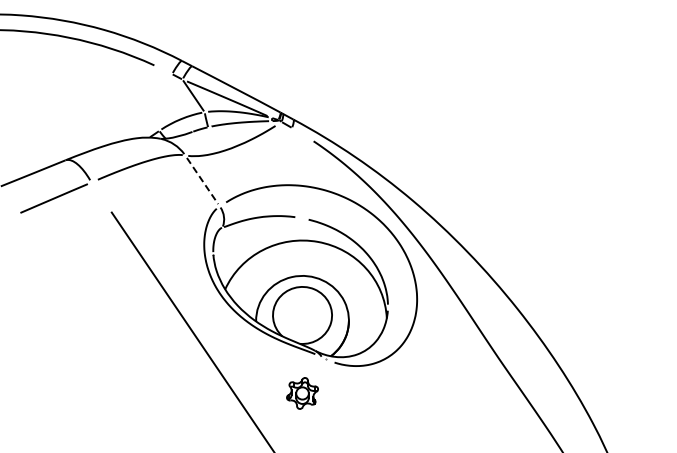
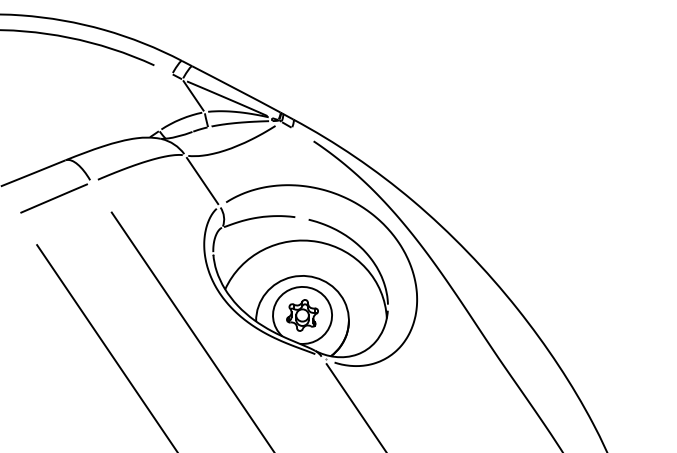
line at (202, 181): dashed -> solid
line at (106, 347): none -> present
part at (302, 393) position: (302, 393) -> (302, 315)
line at (355, 406): none -> present
